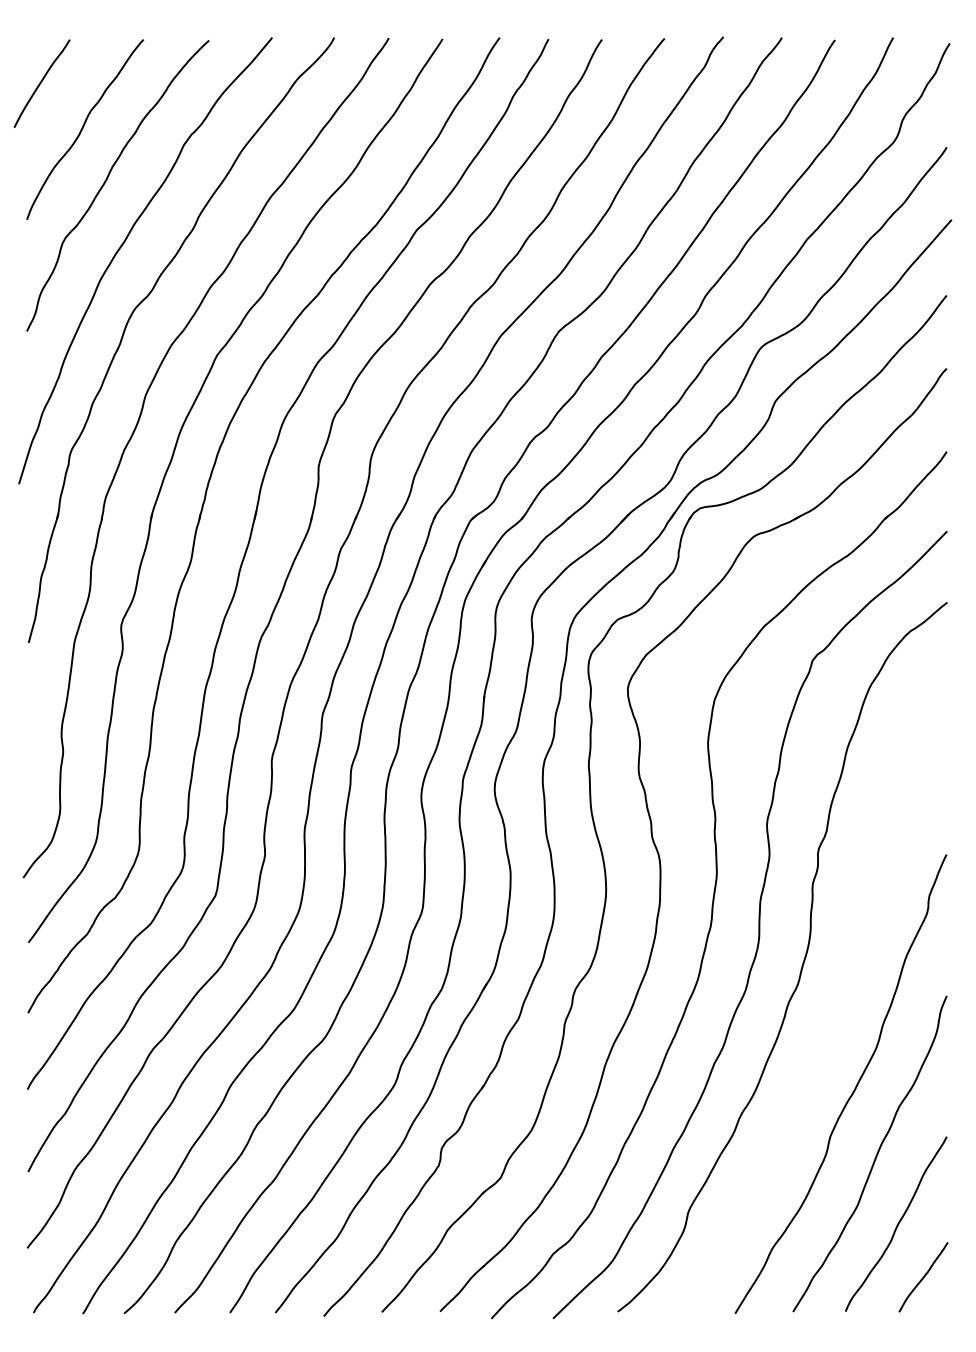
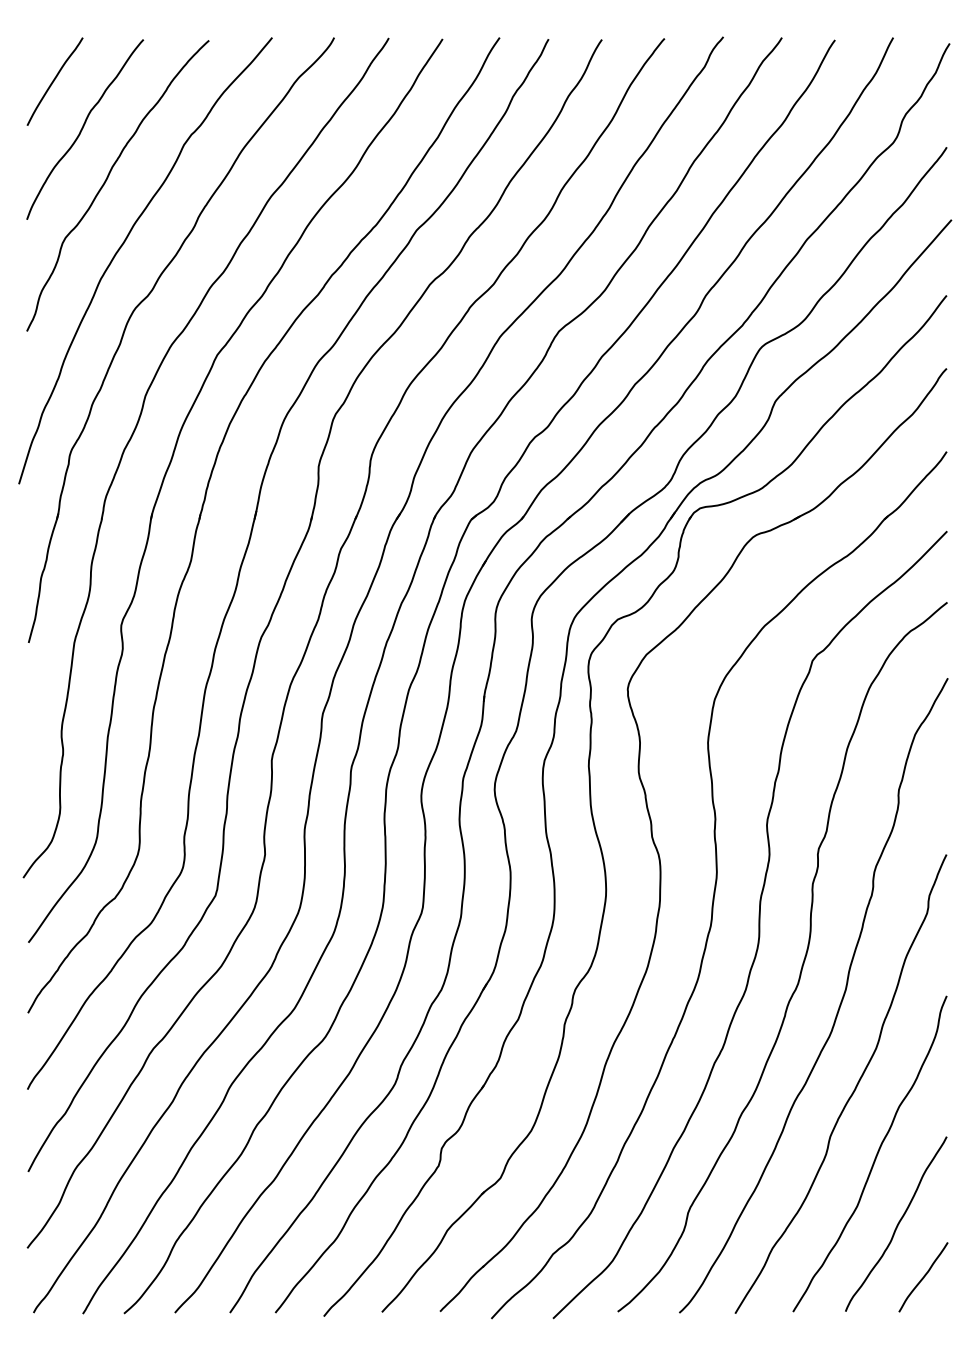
curve at (41, 83) position: (41, 83) -> (54, 81)
curve at (839, 1004): none -> present
